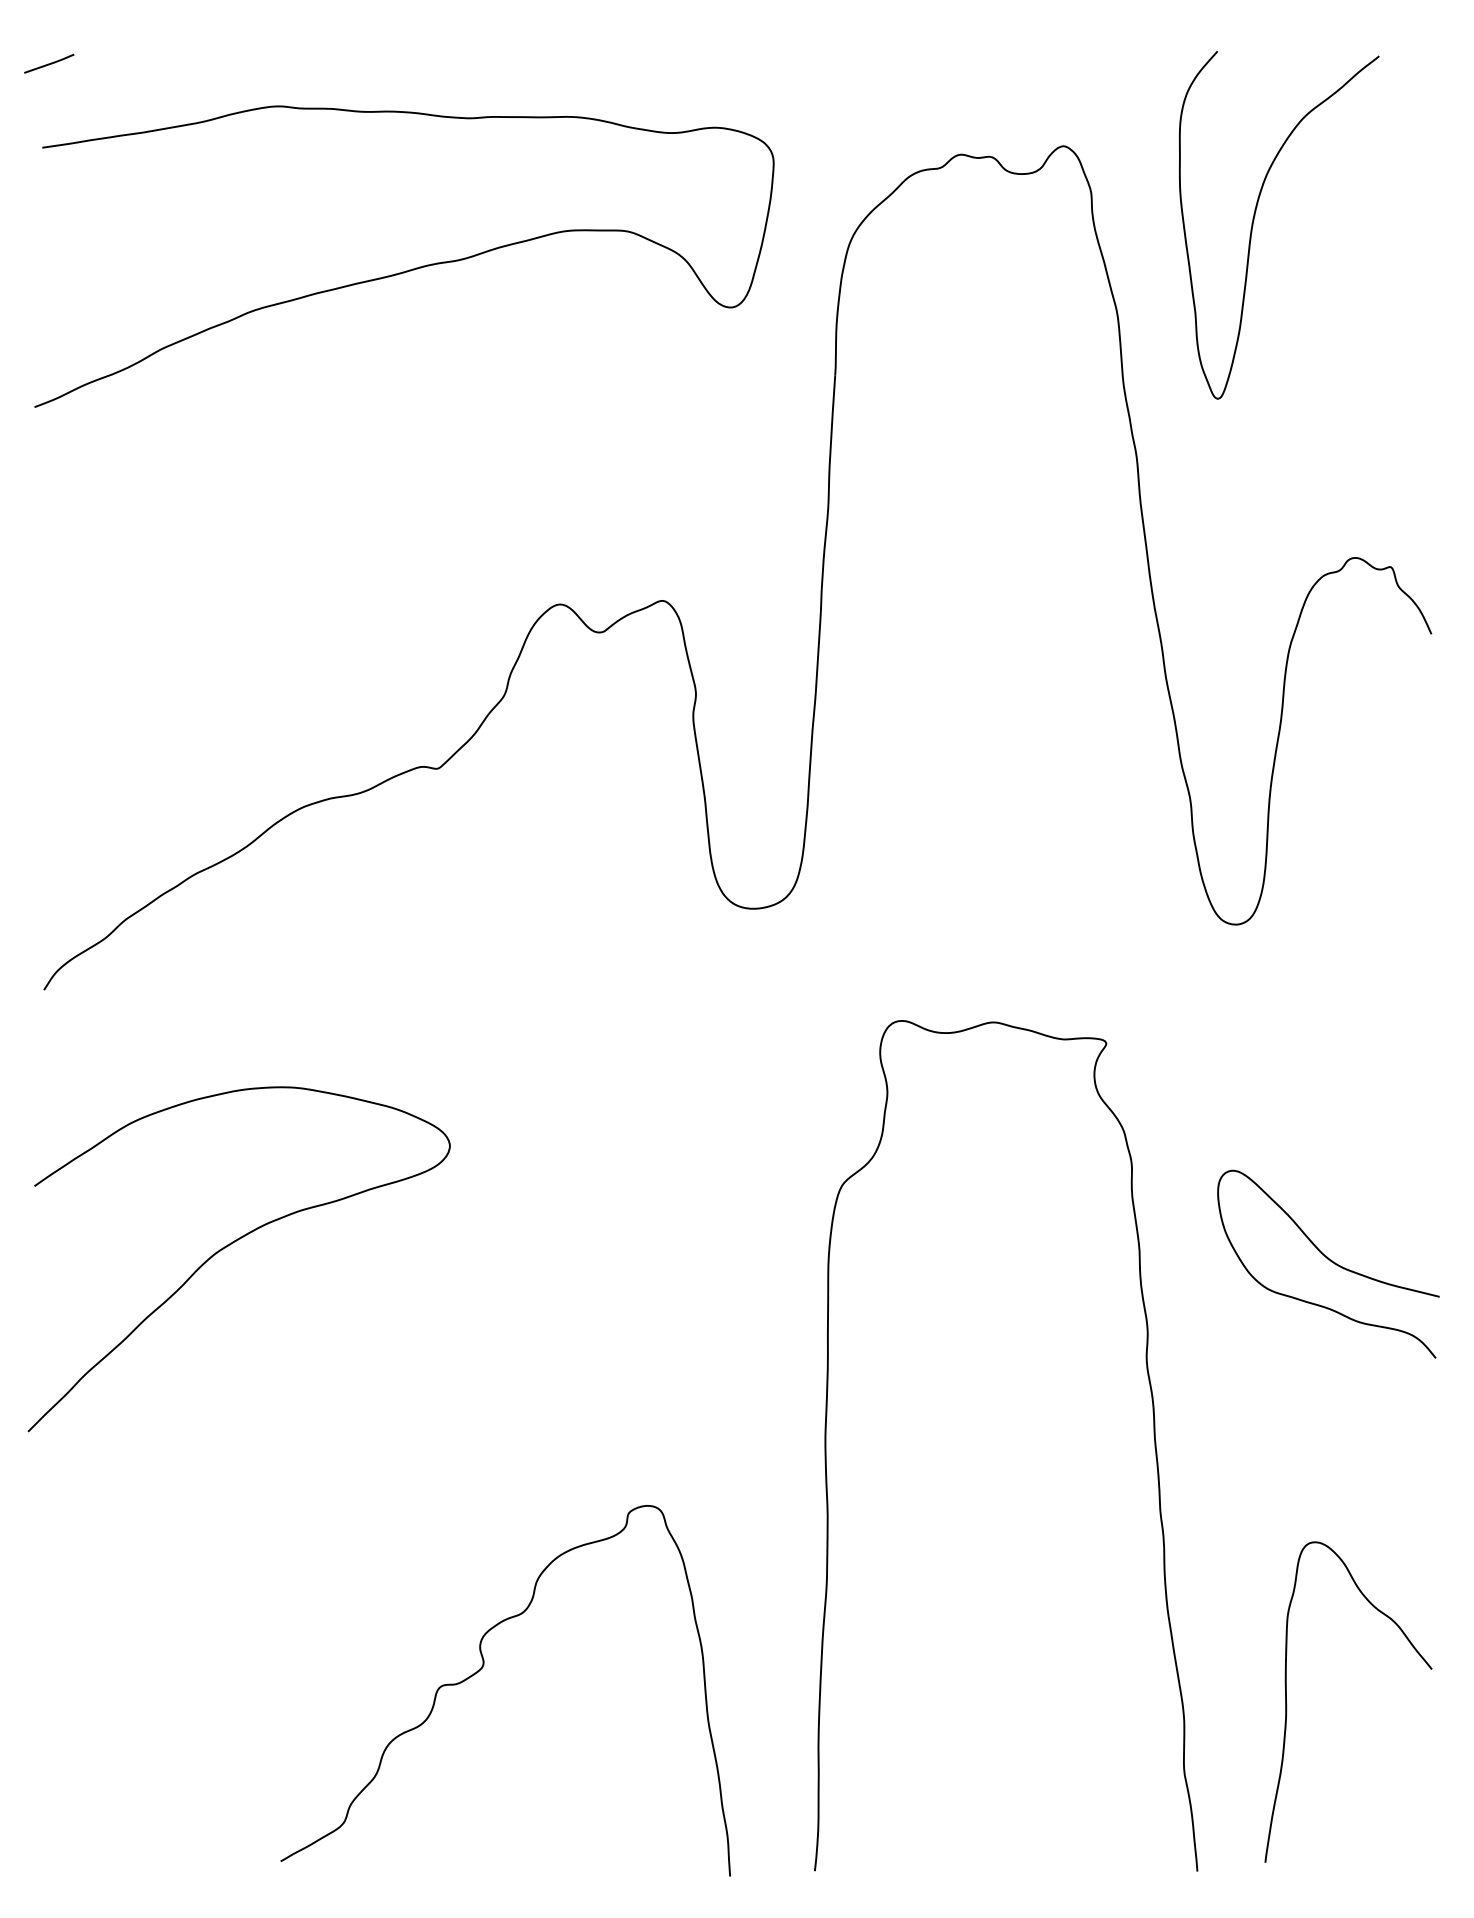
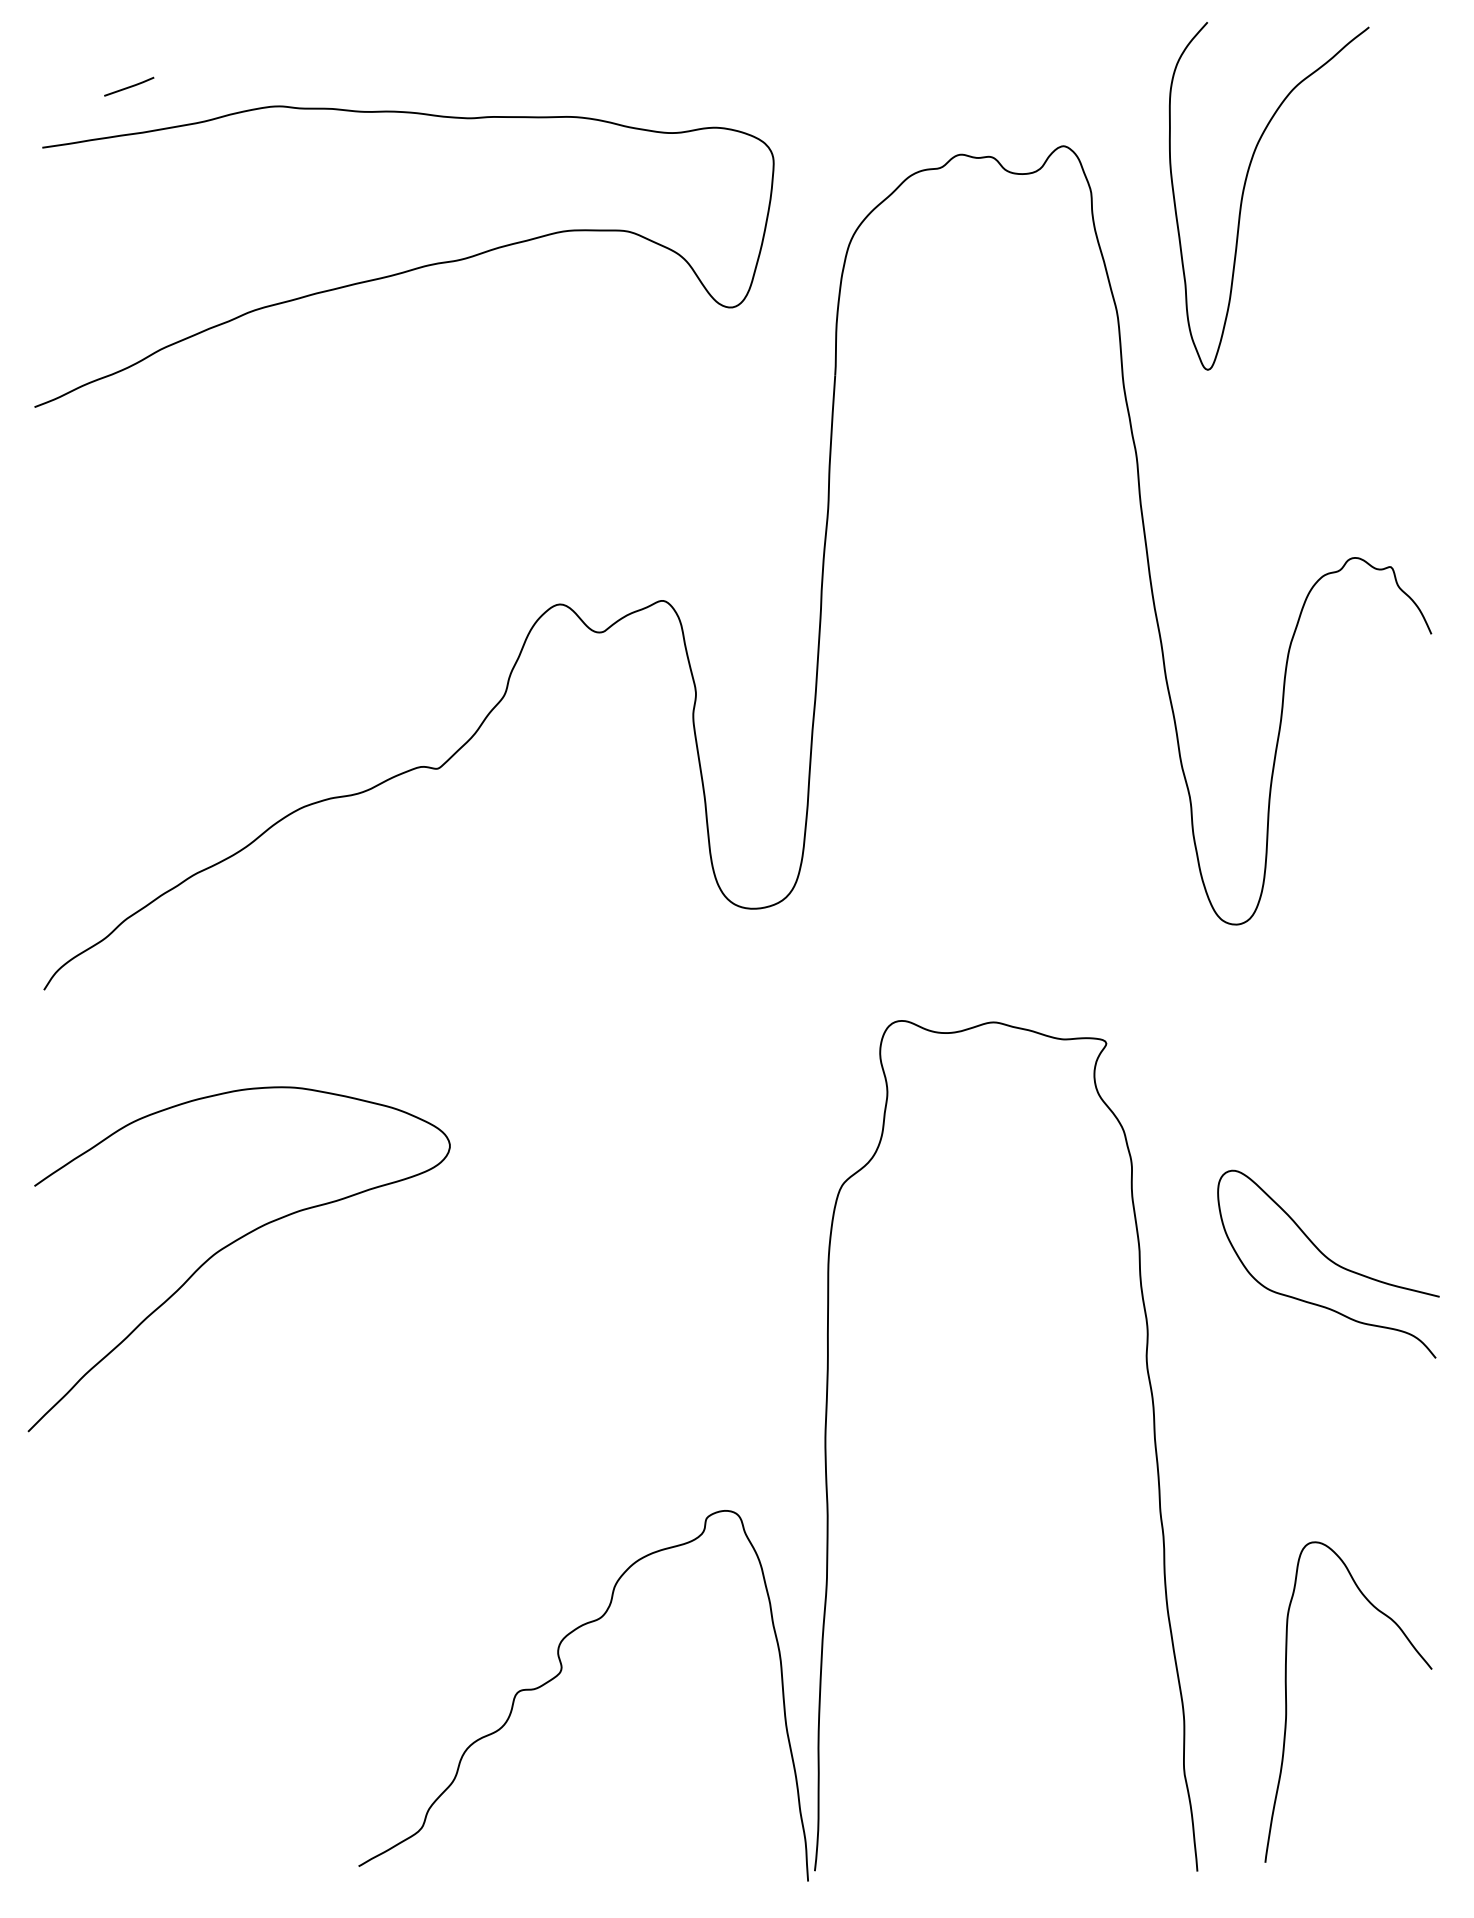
line at (49, 63) position: (49, 63) -> (129, 86)
curve at (1254, 220) position: (1254, 220) -> (1244, 191)
curve at (483, 1667) position: (483, 1667) -> (561, 1672)
